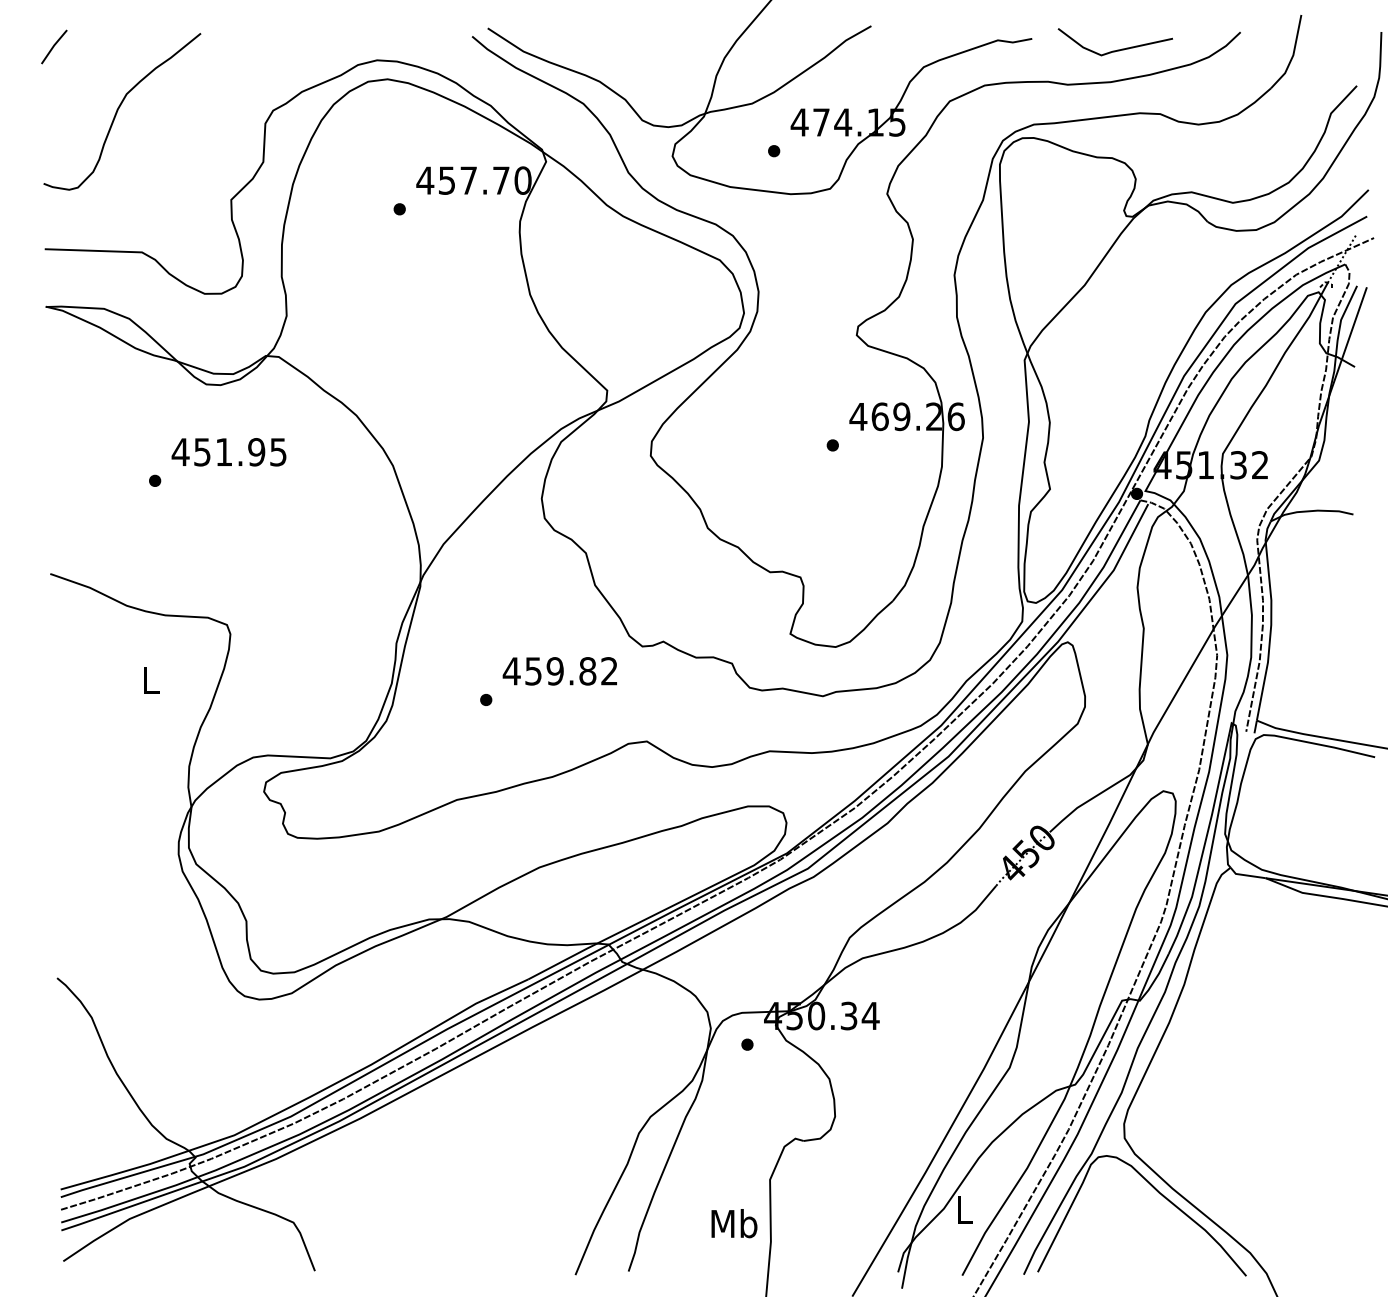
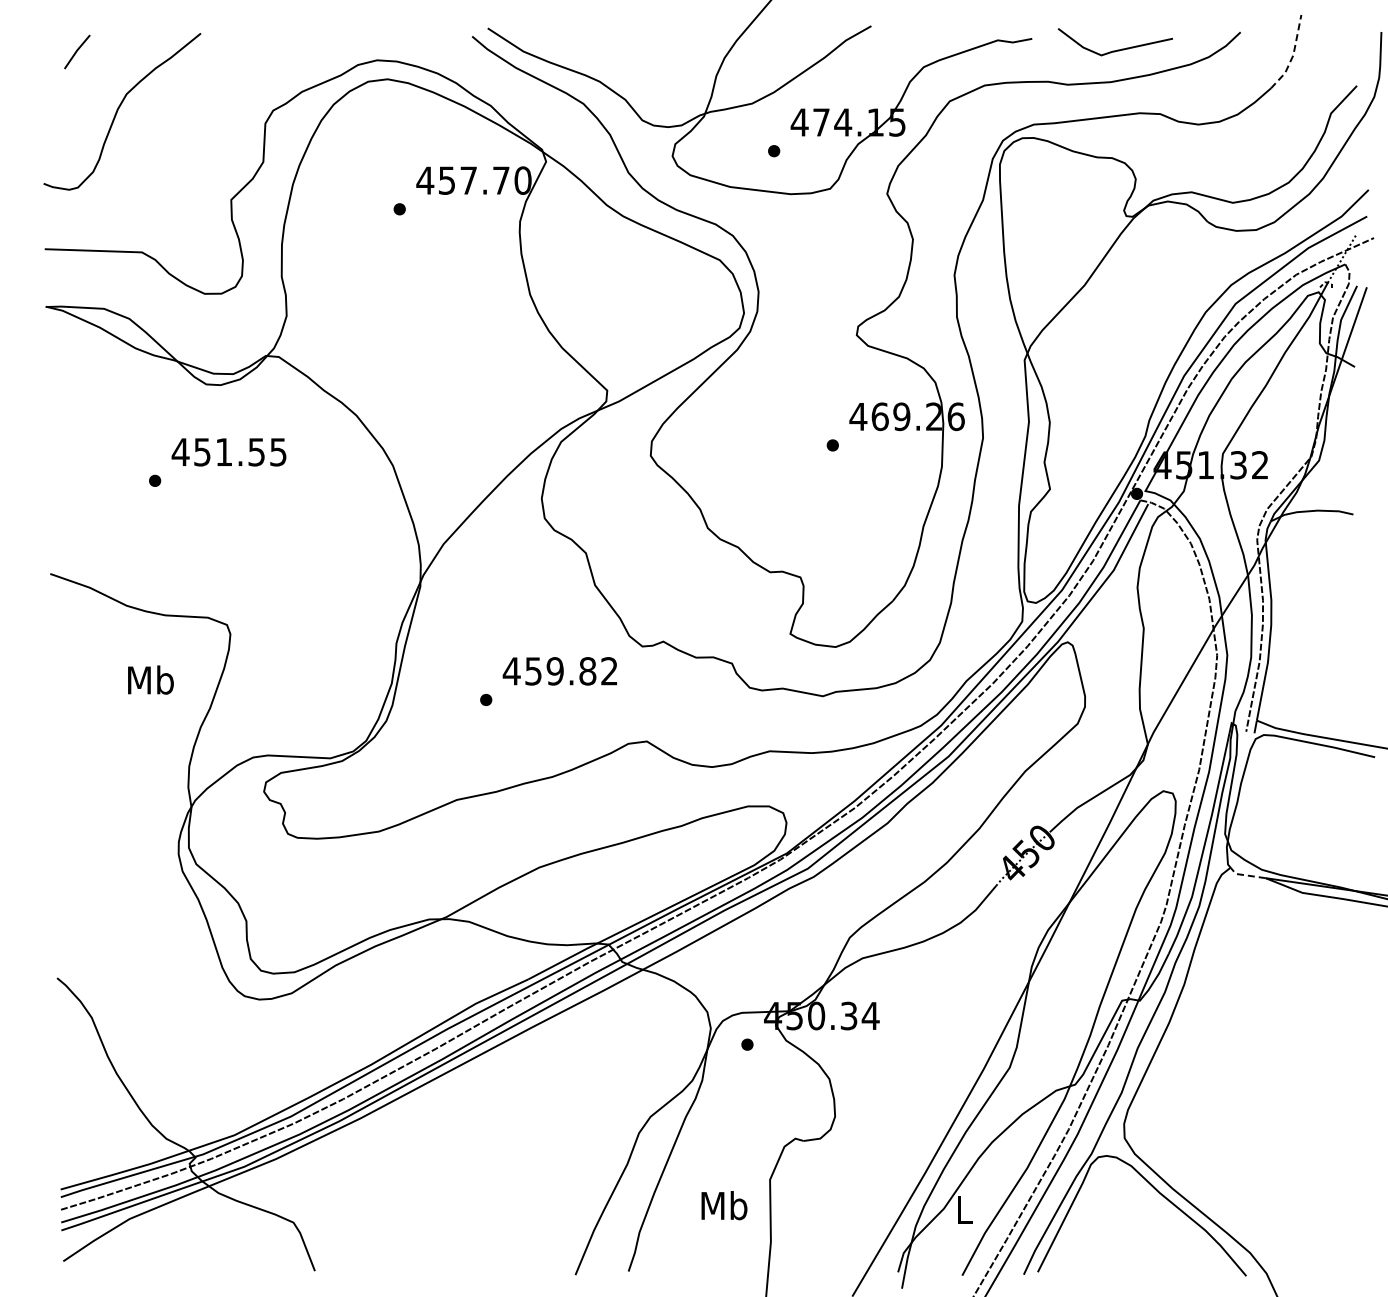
line at (54, 46) position: (54, 46) -> (77, 51)
line at (1293, 55): solid -> dashed
text at (256, 452): 451.95 -> 451.55
text at (150, 679): L -> Mb
line at (1245, 875): solid -> dashed
text at (734, 1223) position: (734, 1223) -> (724, 1205)
